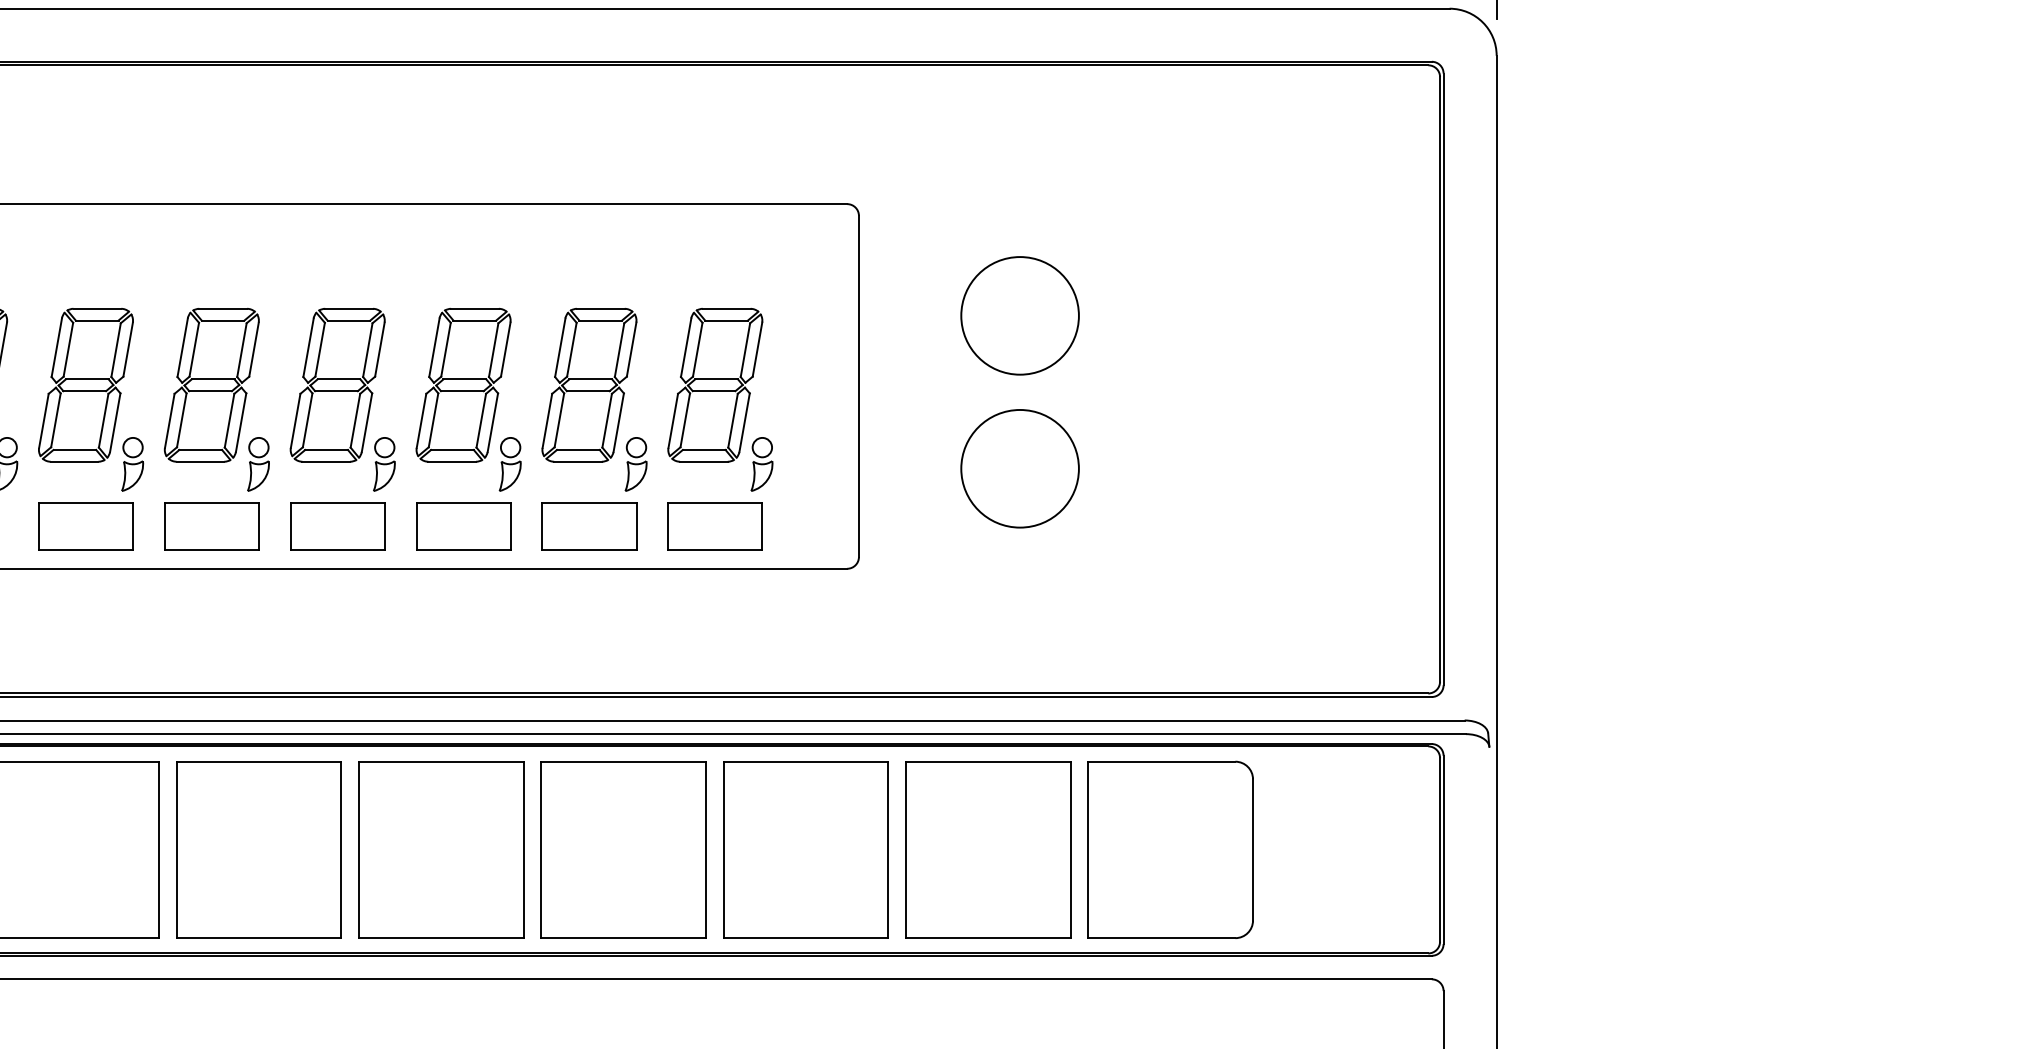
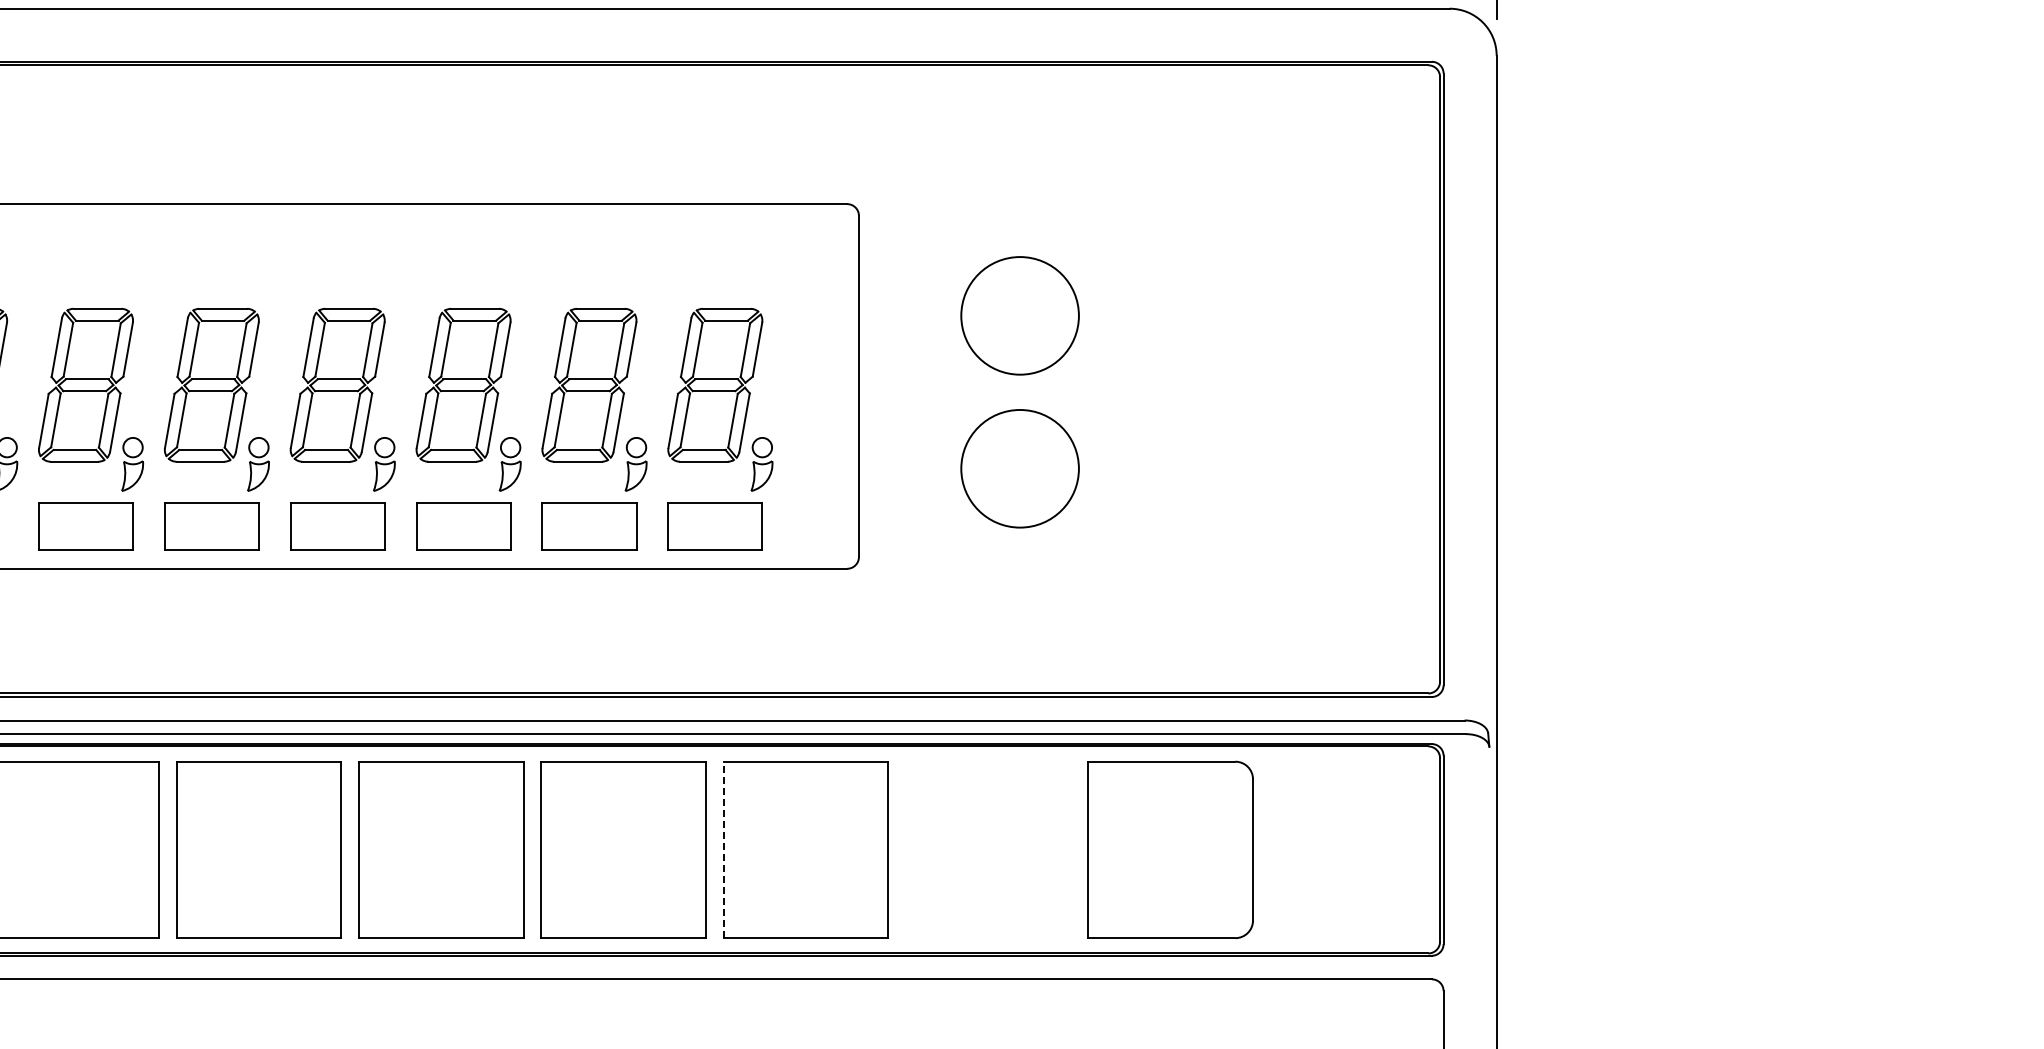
line at (723, 849): solid -> dashed
part at (988, 849): present -> none
